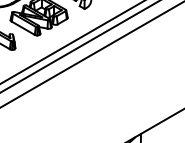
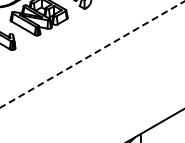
line at (71, 42): present -> none
line at (79, 46): present -> none
line at (92, 54): solid -> dashed
